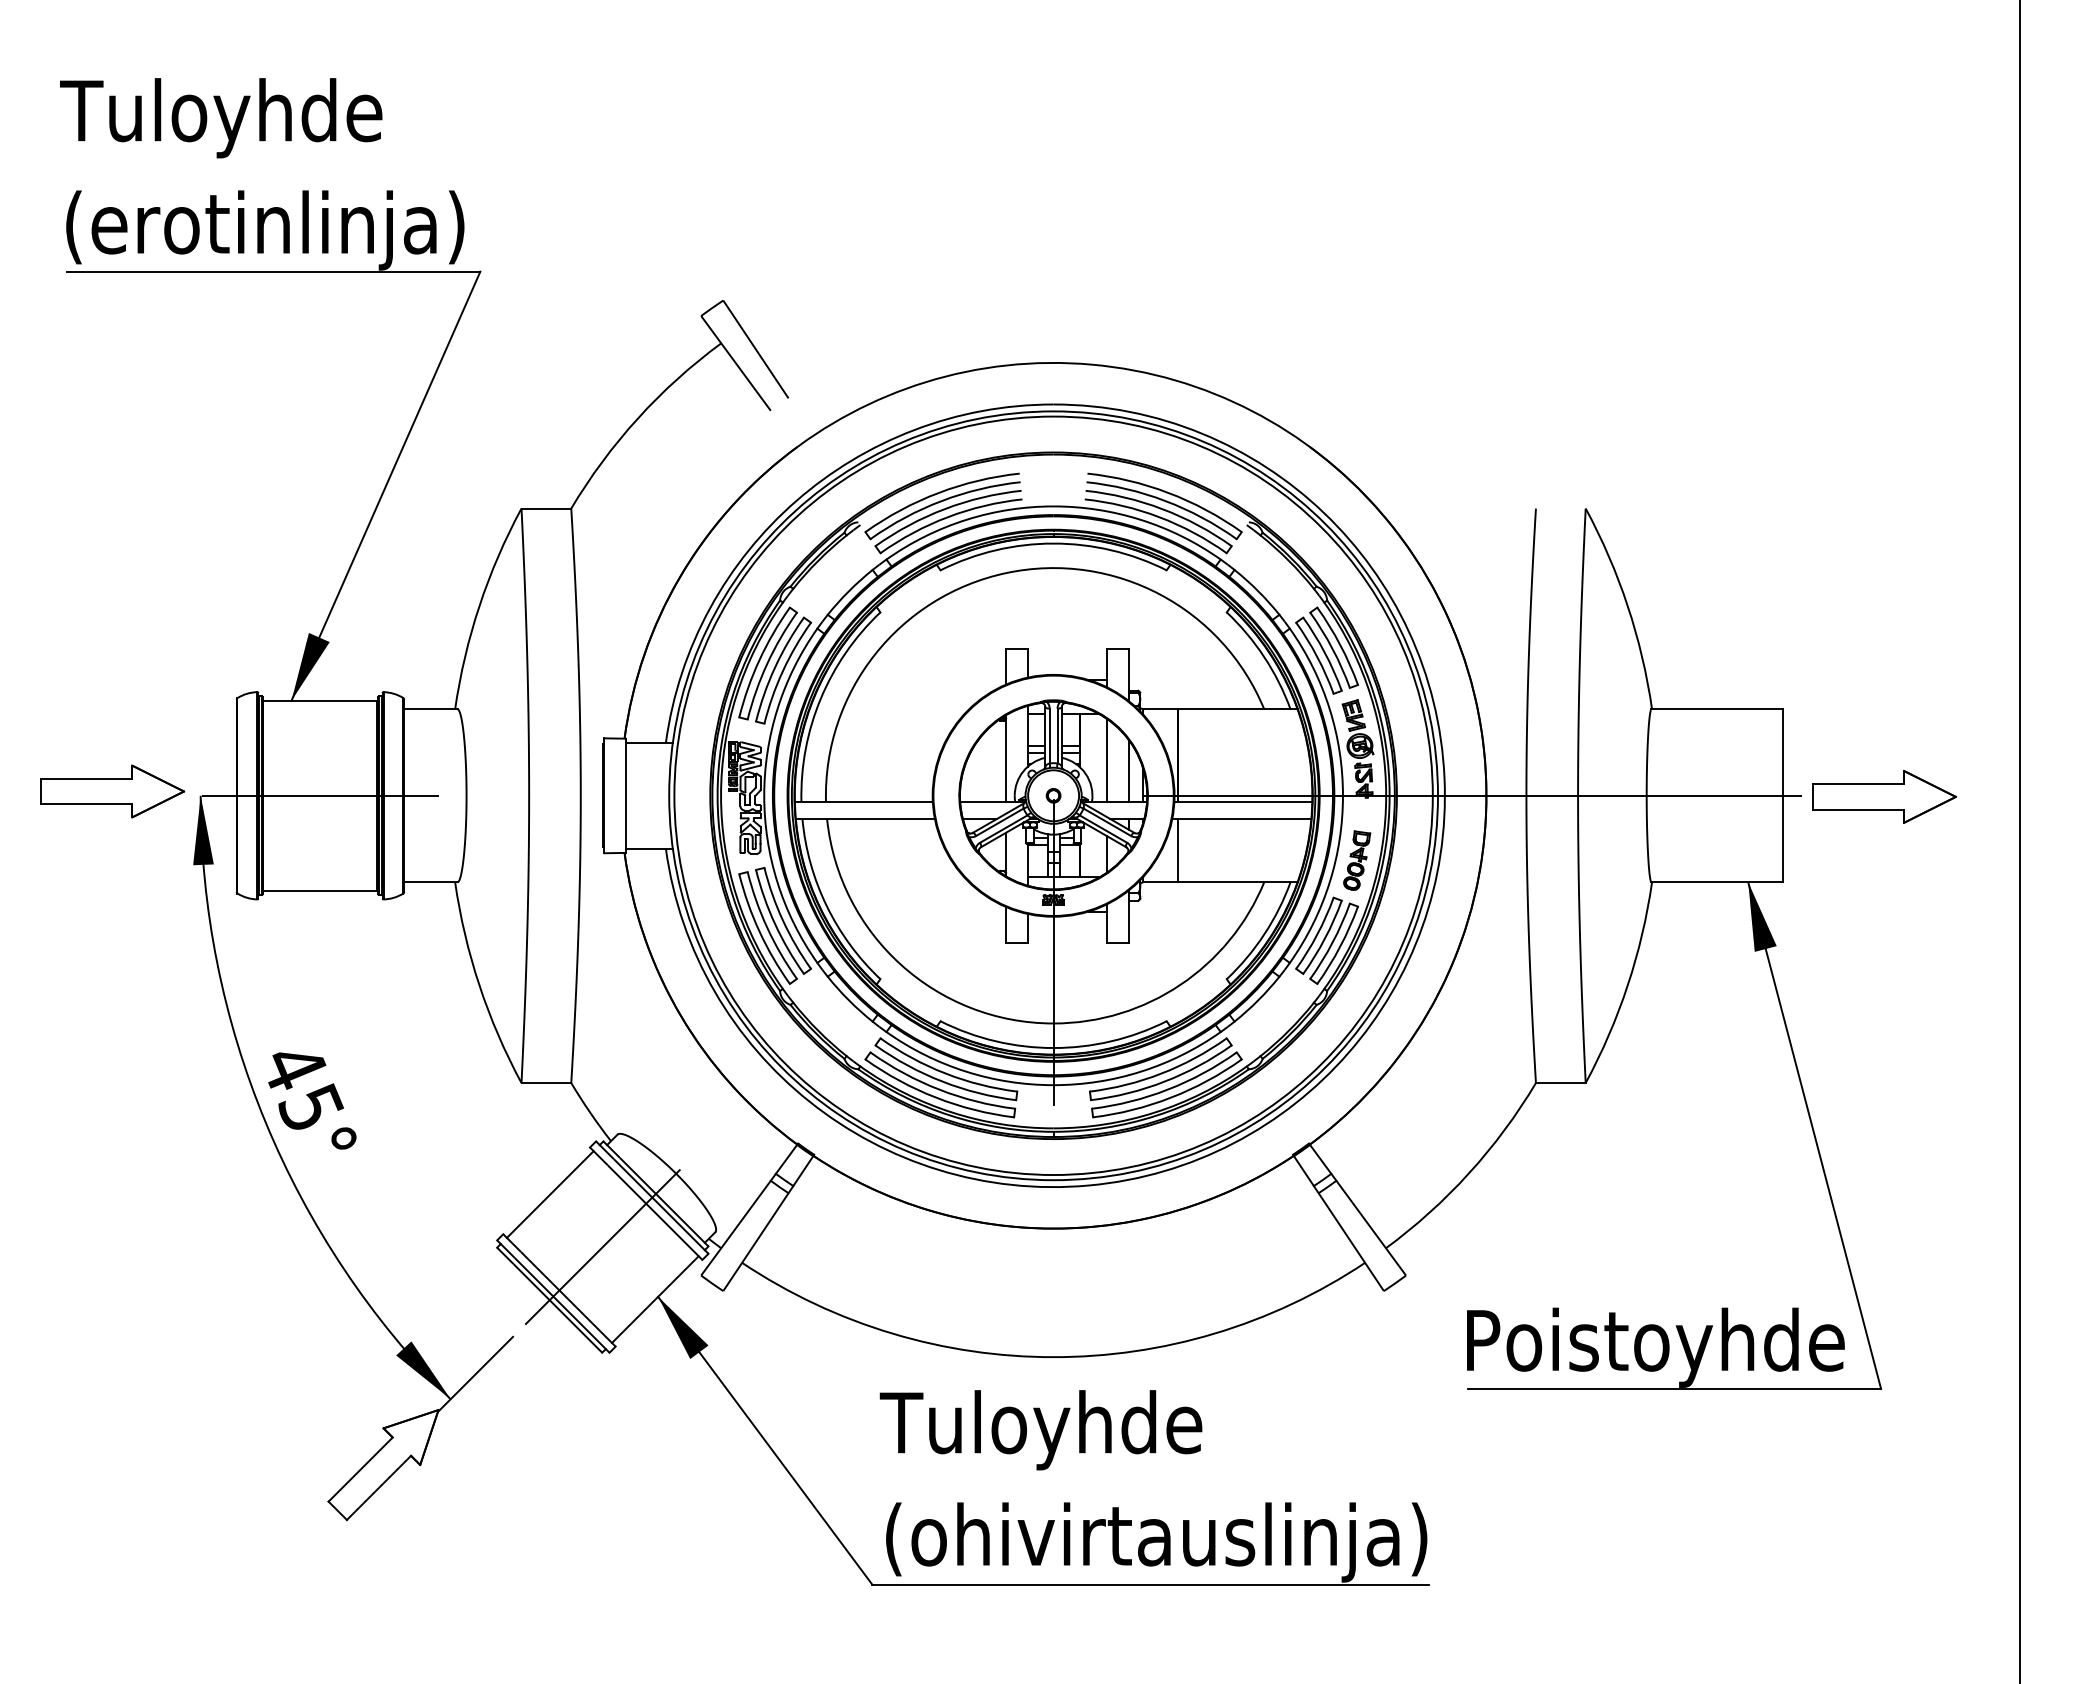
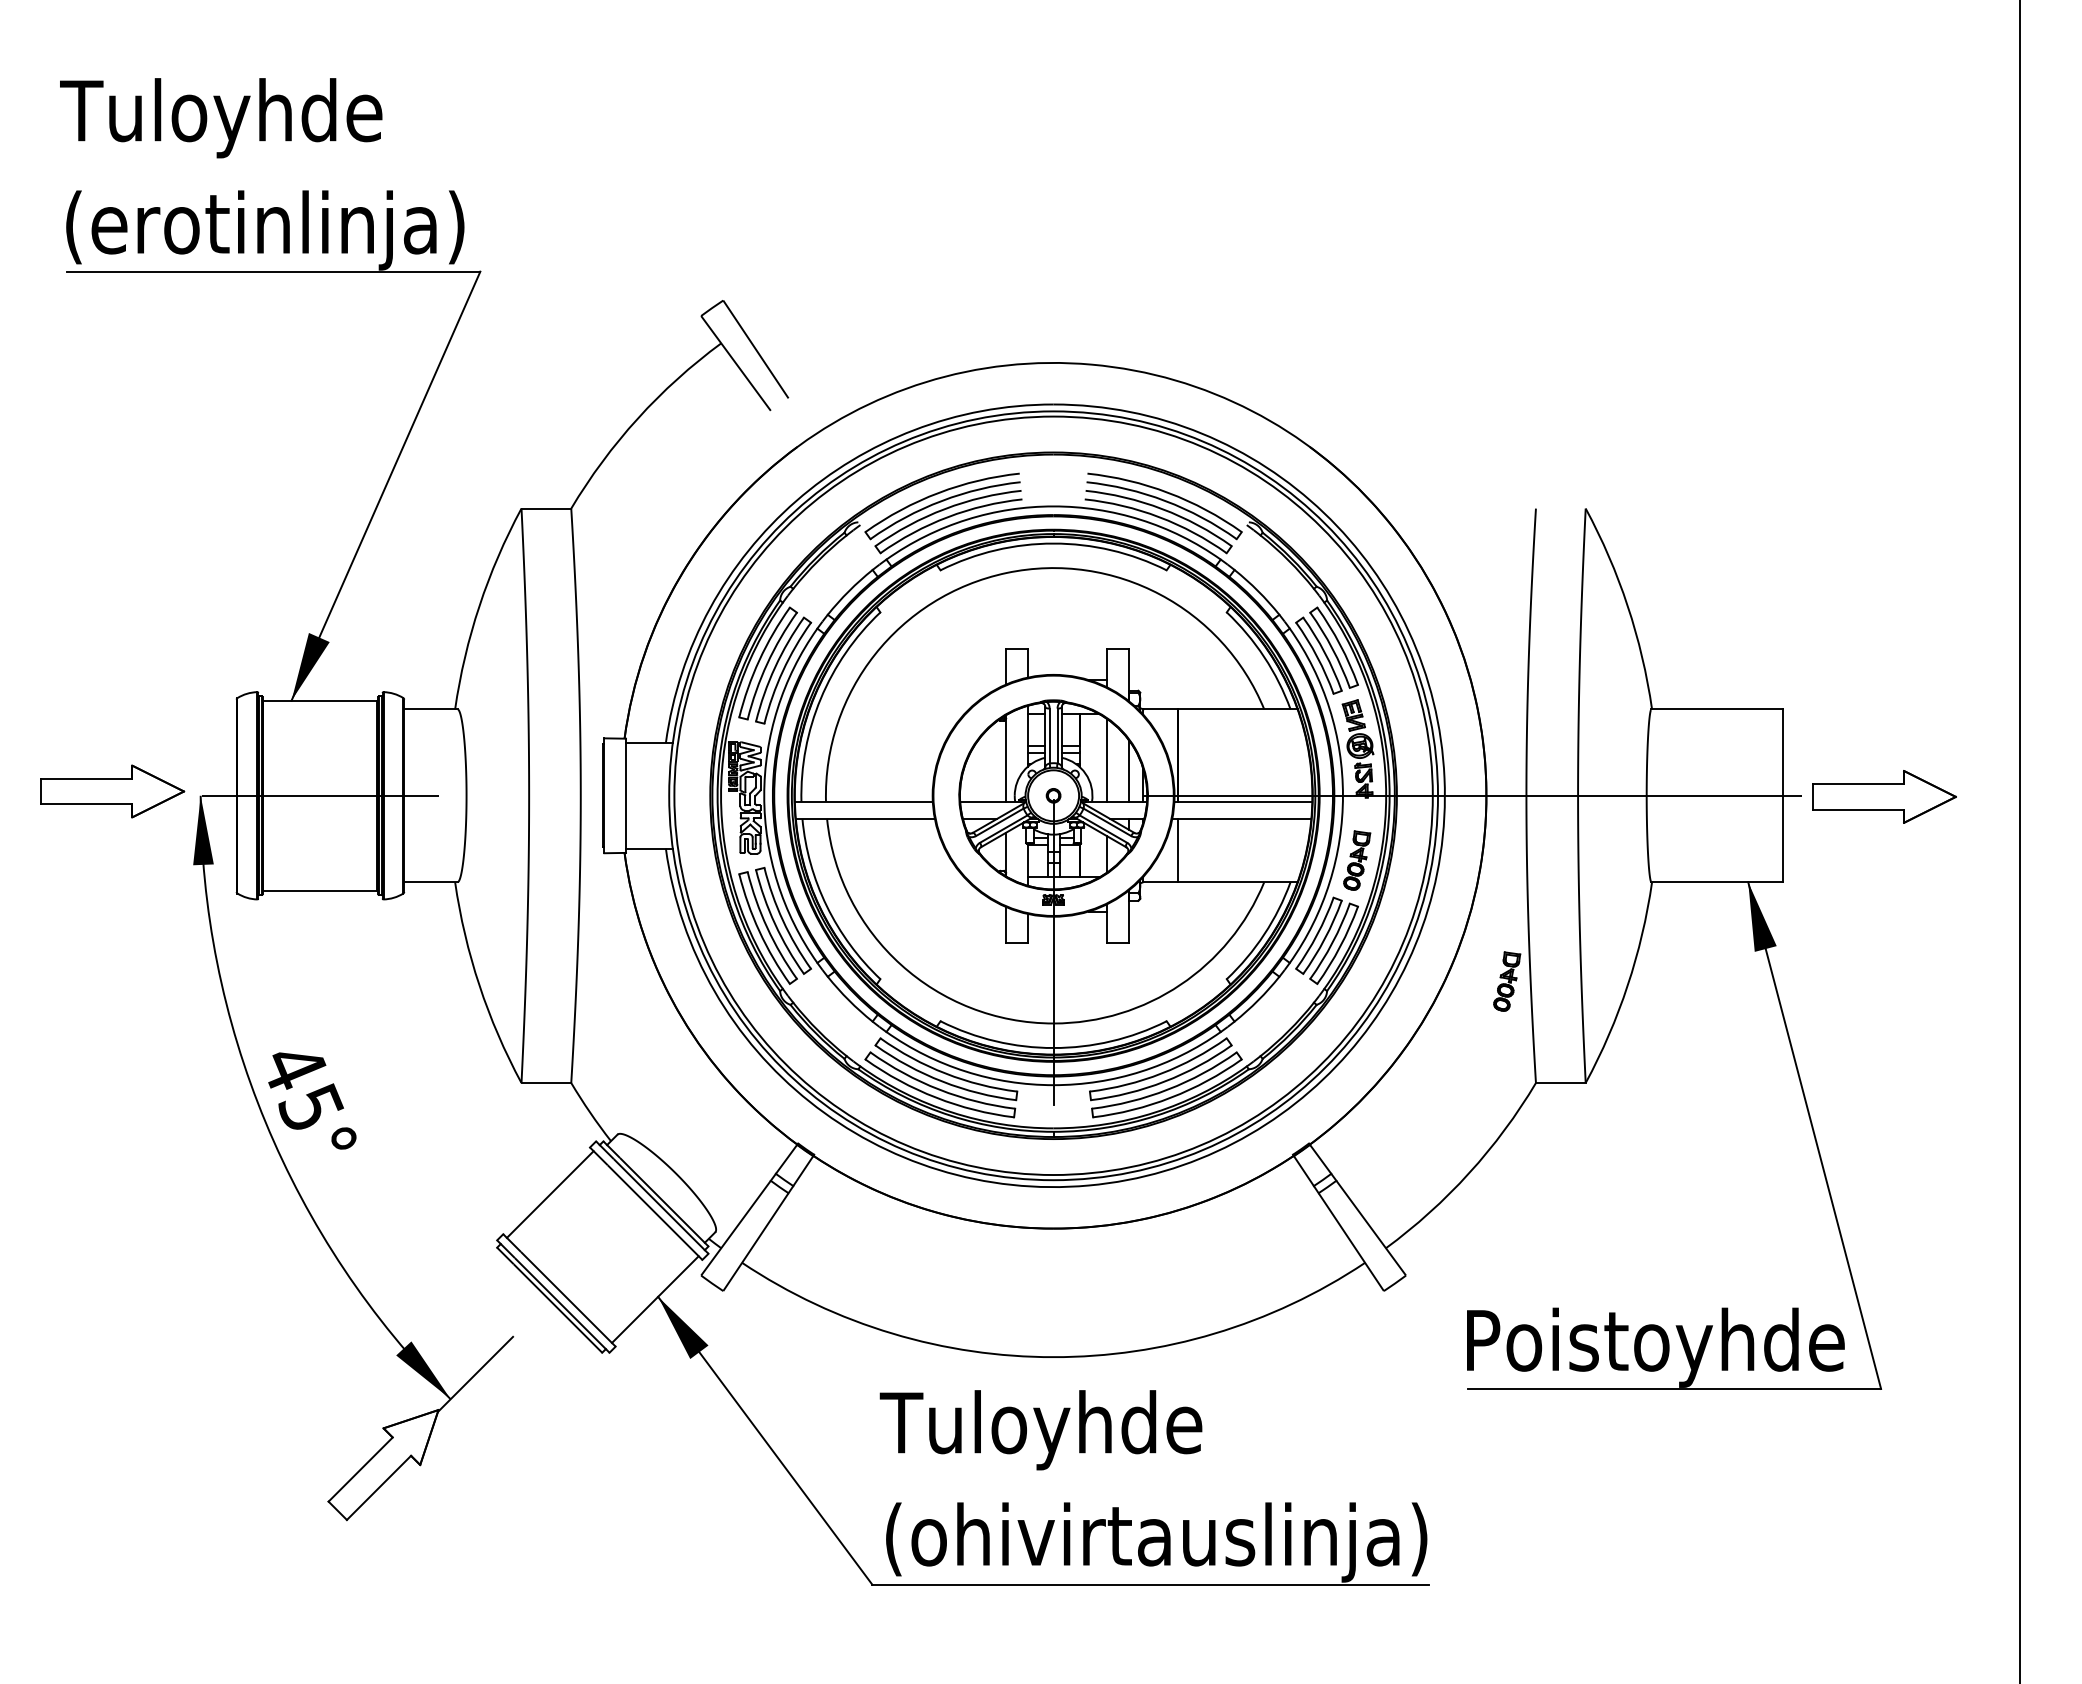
part at (1507, 981): none -> present
line at (602, 1246): present -> none
